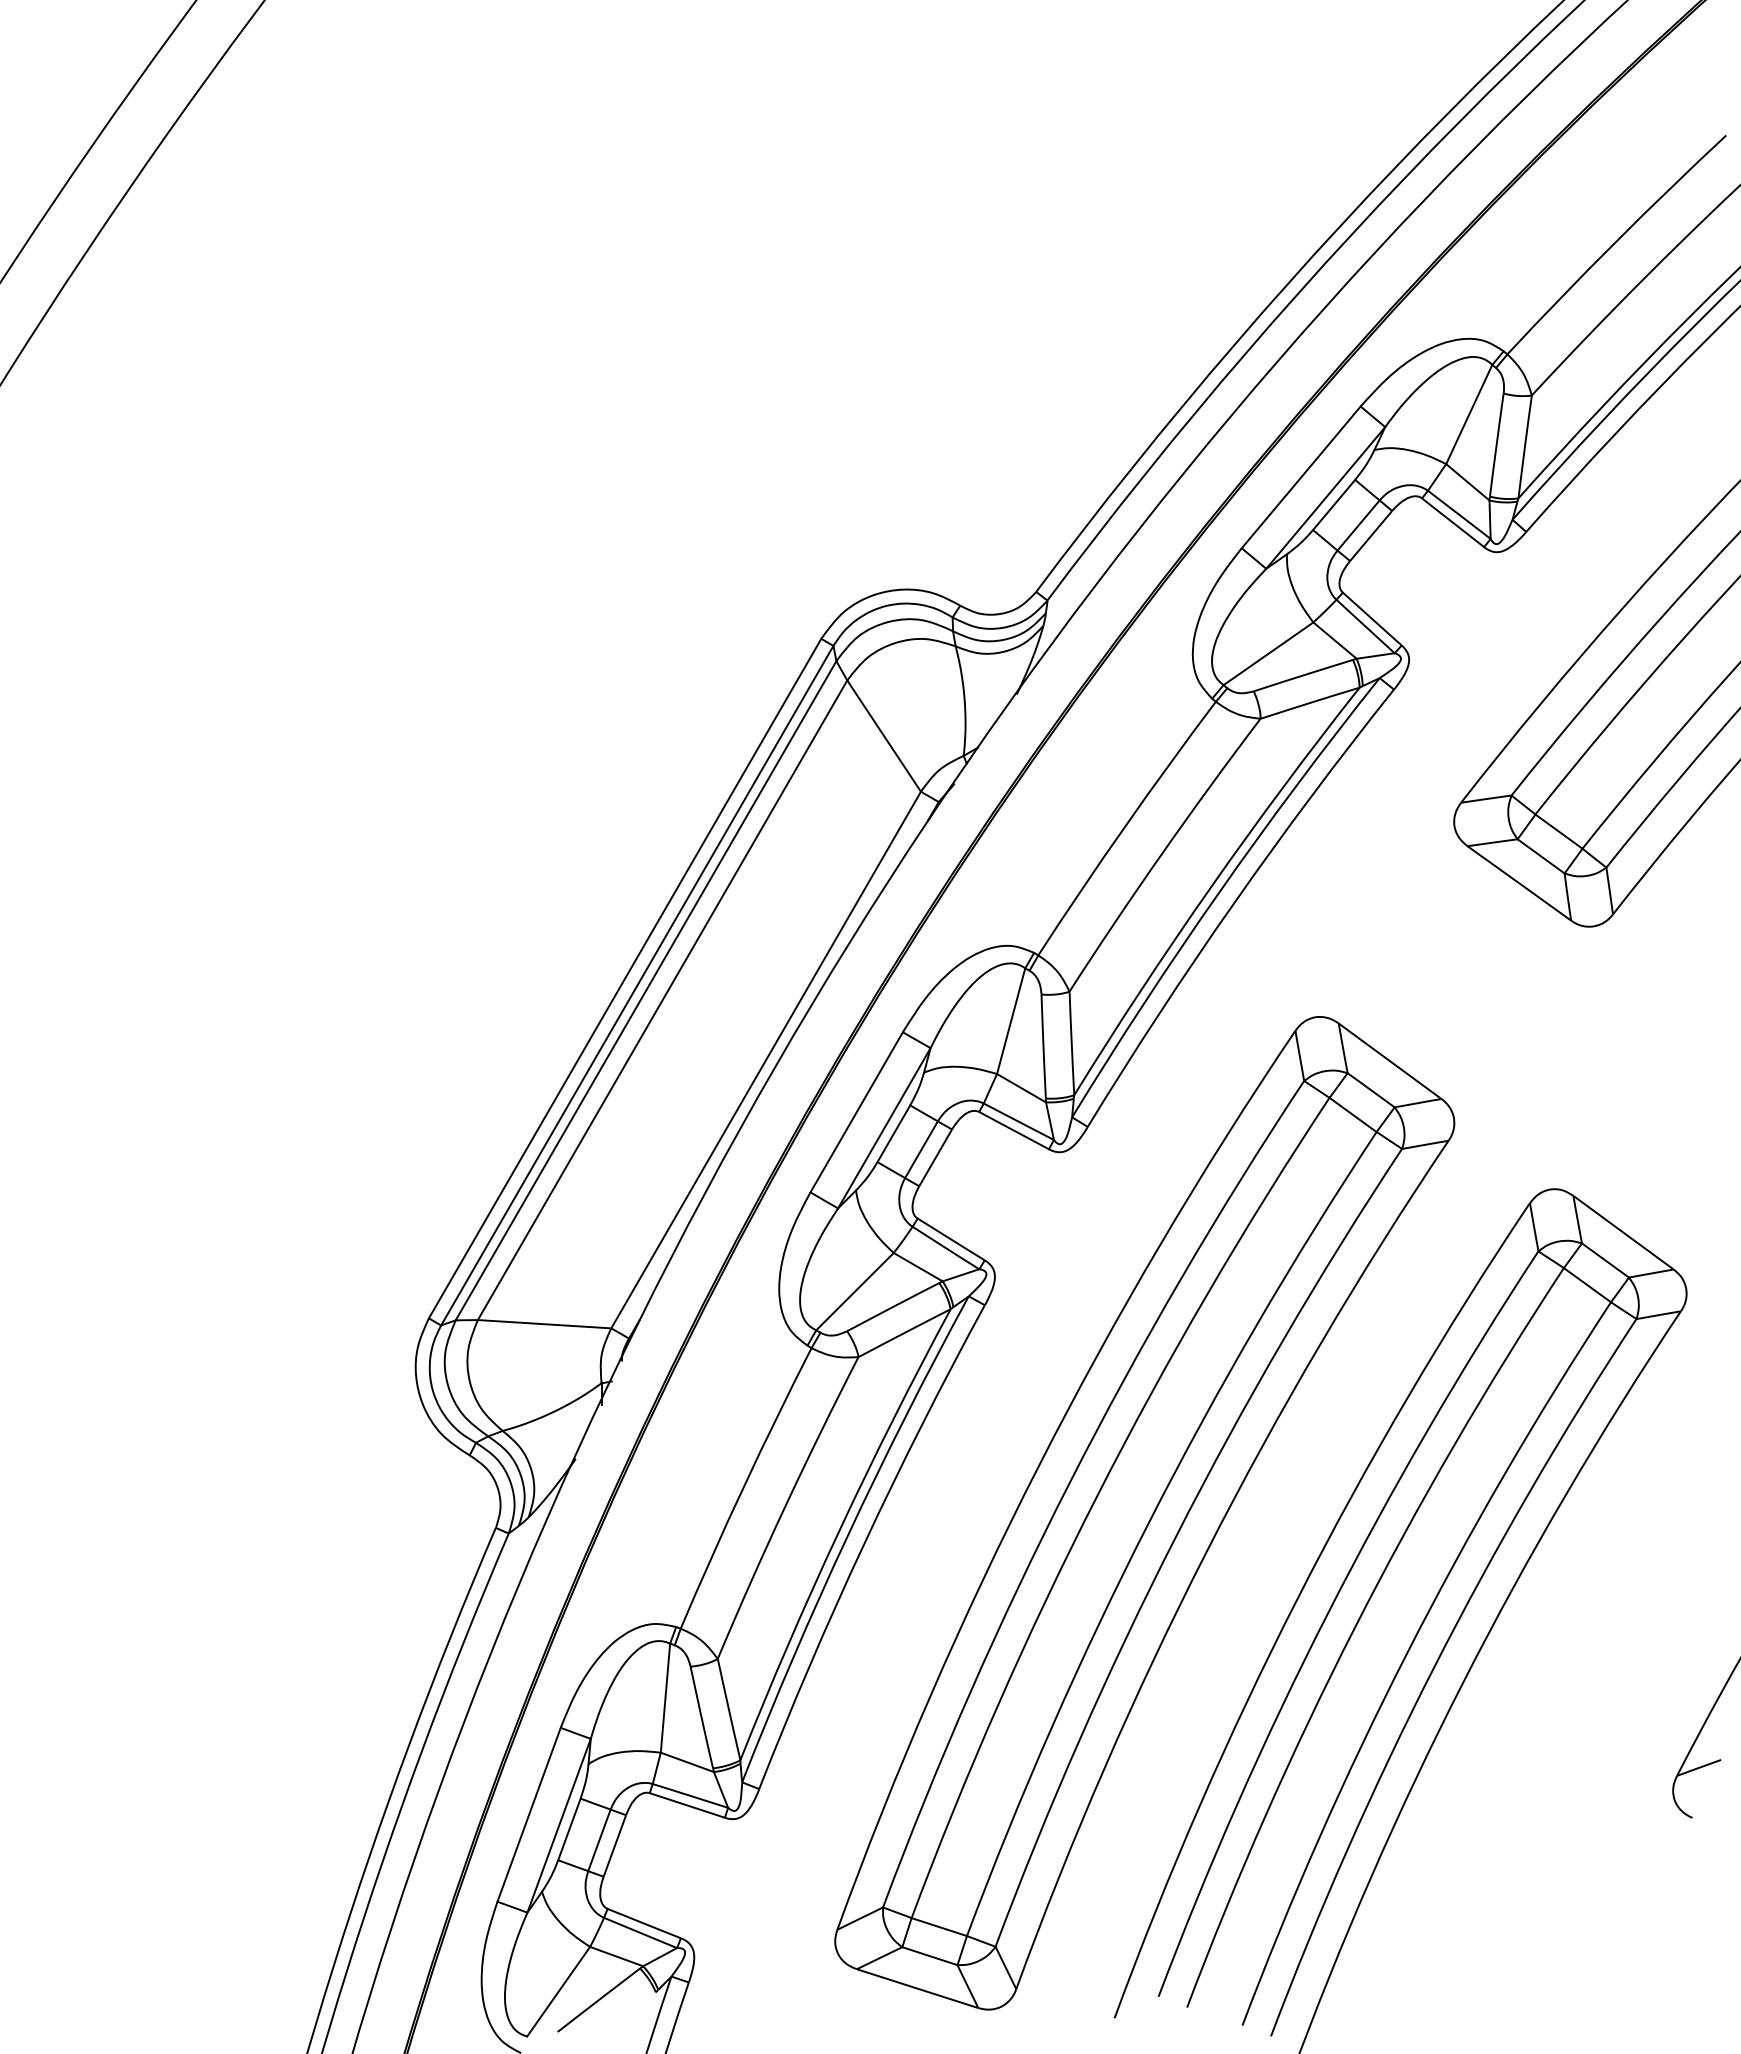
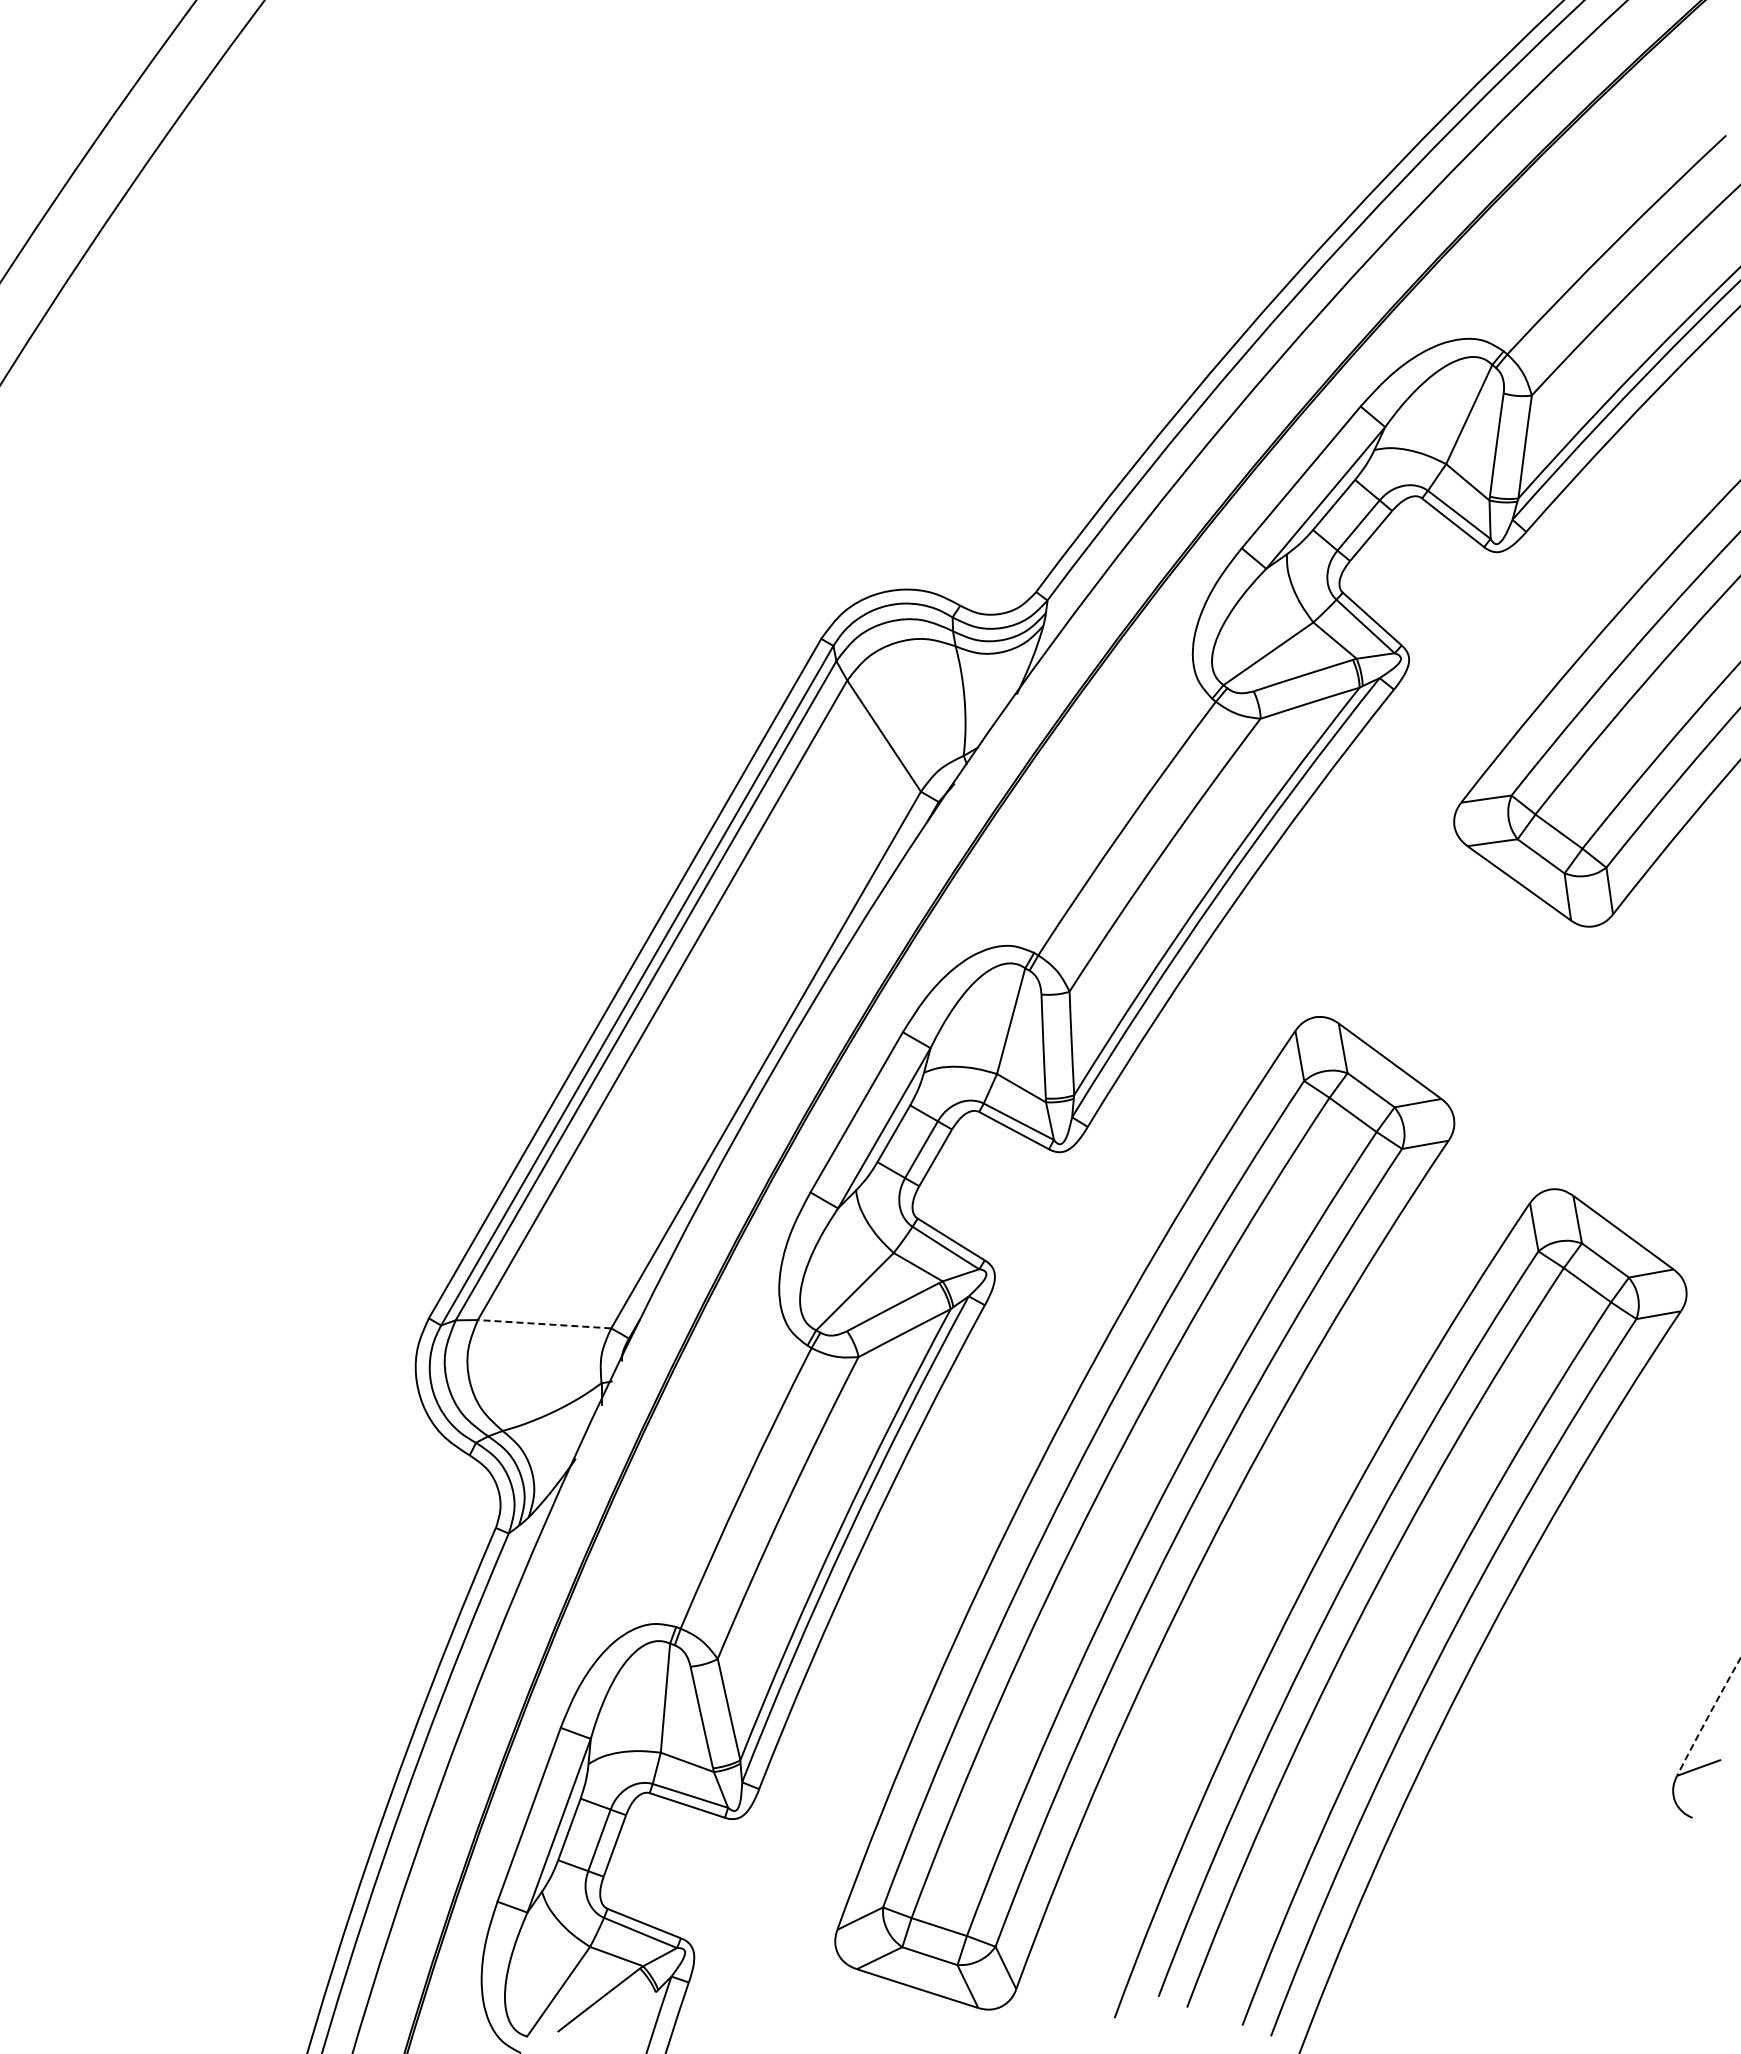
line at (544, 1324): solid -> dashed
arc at (1708, 1716): solid -> dashed
